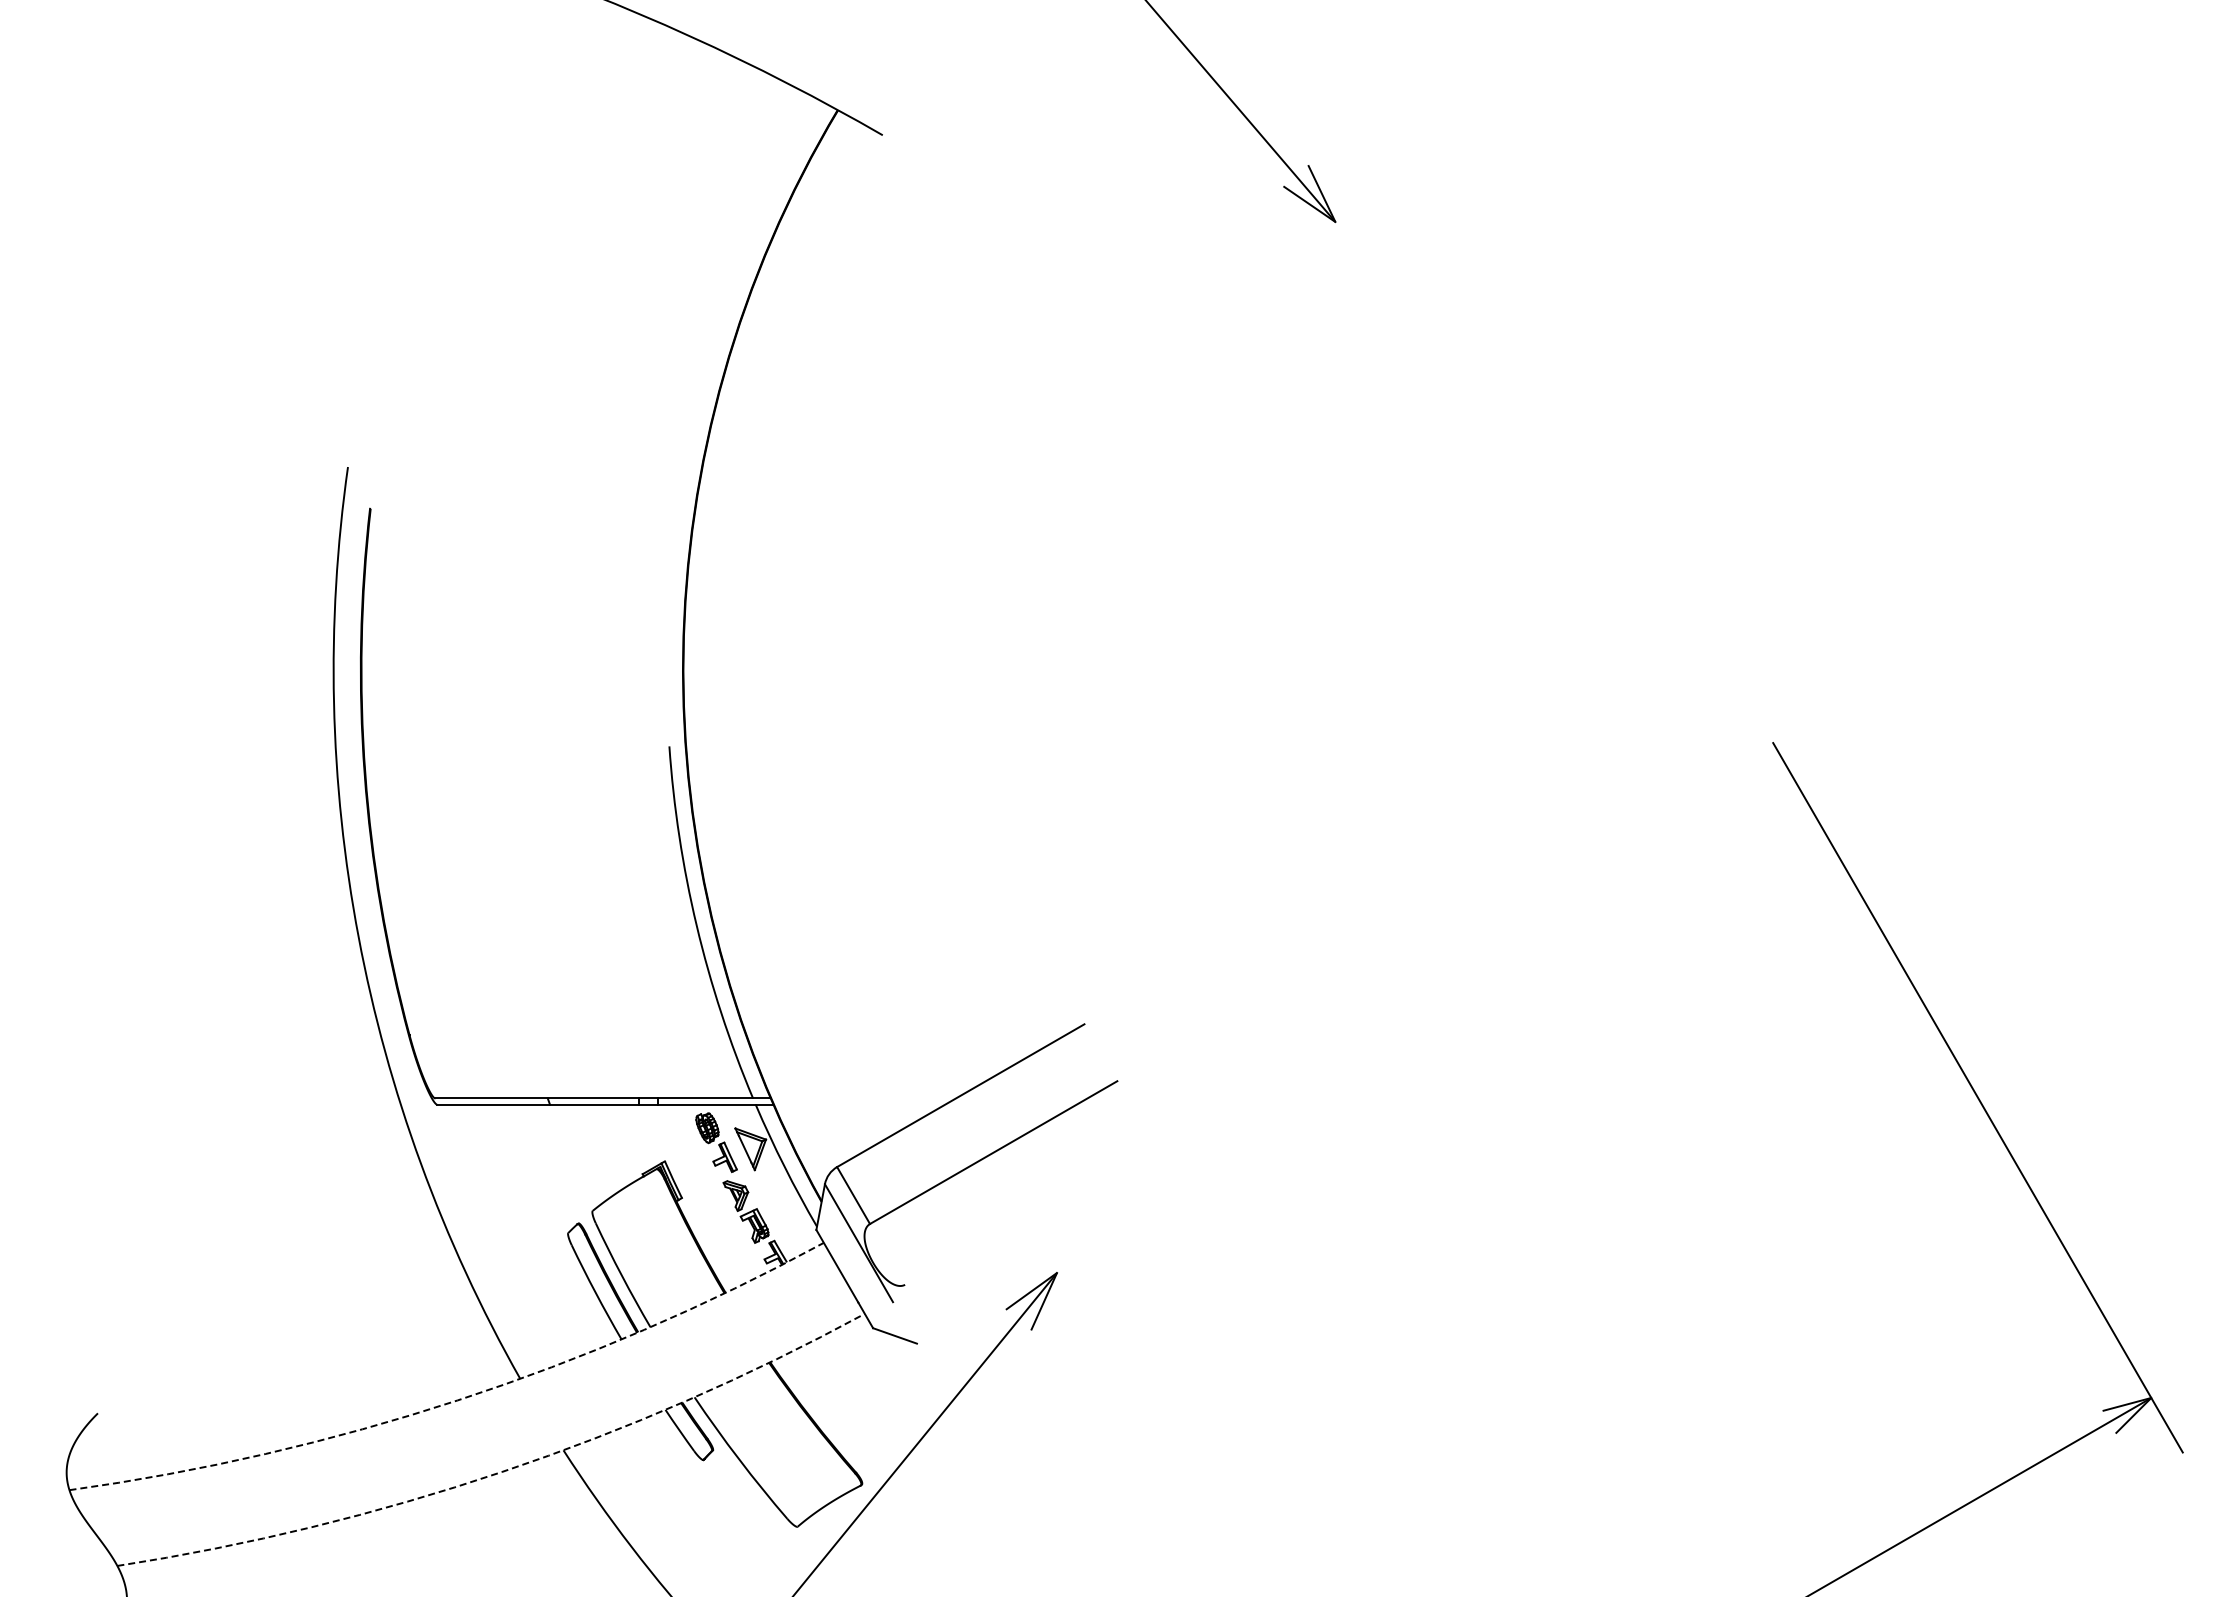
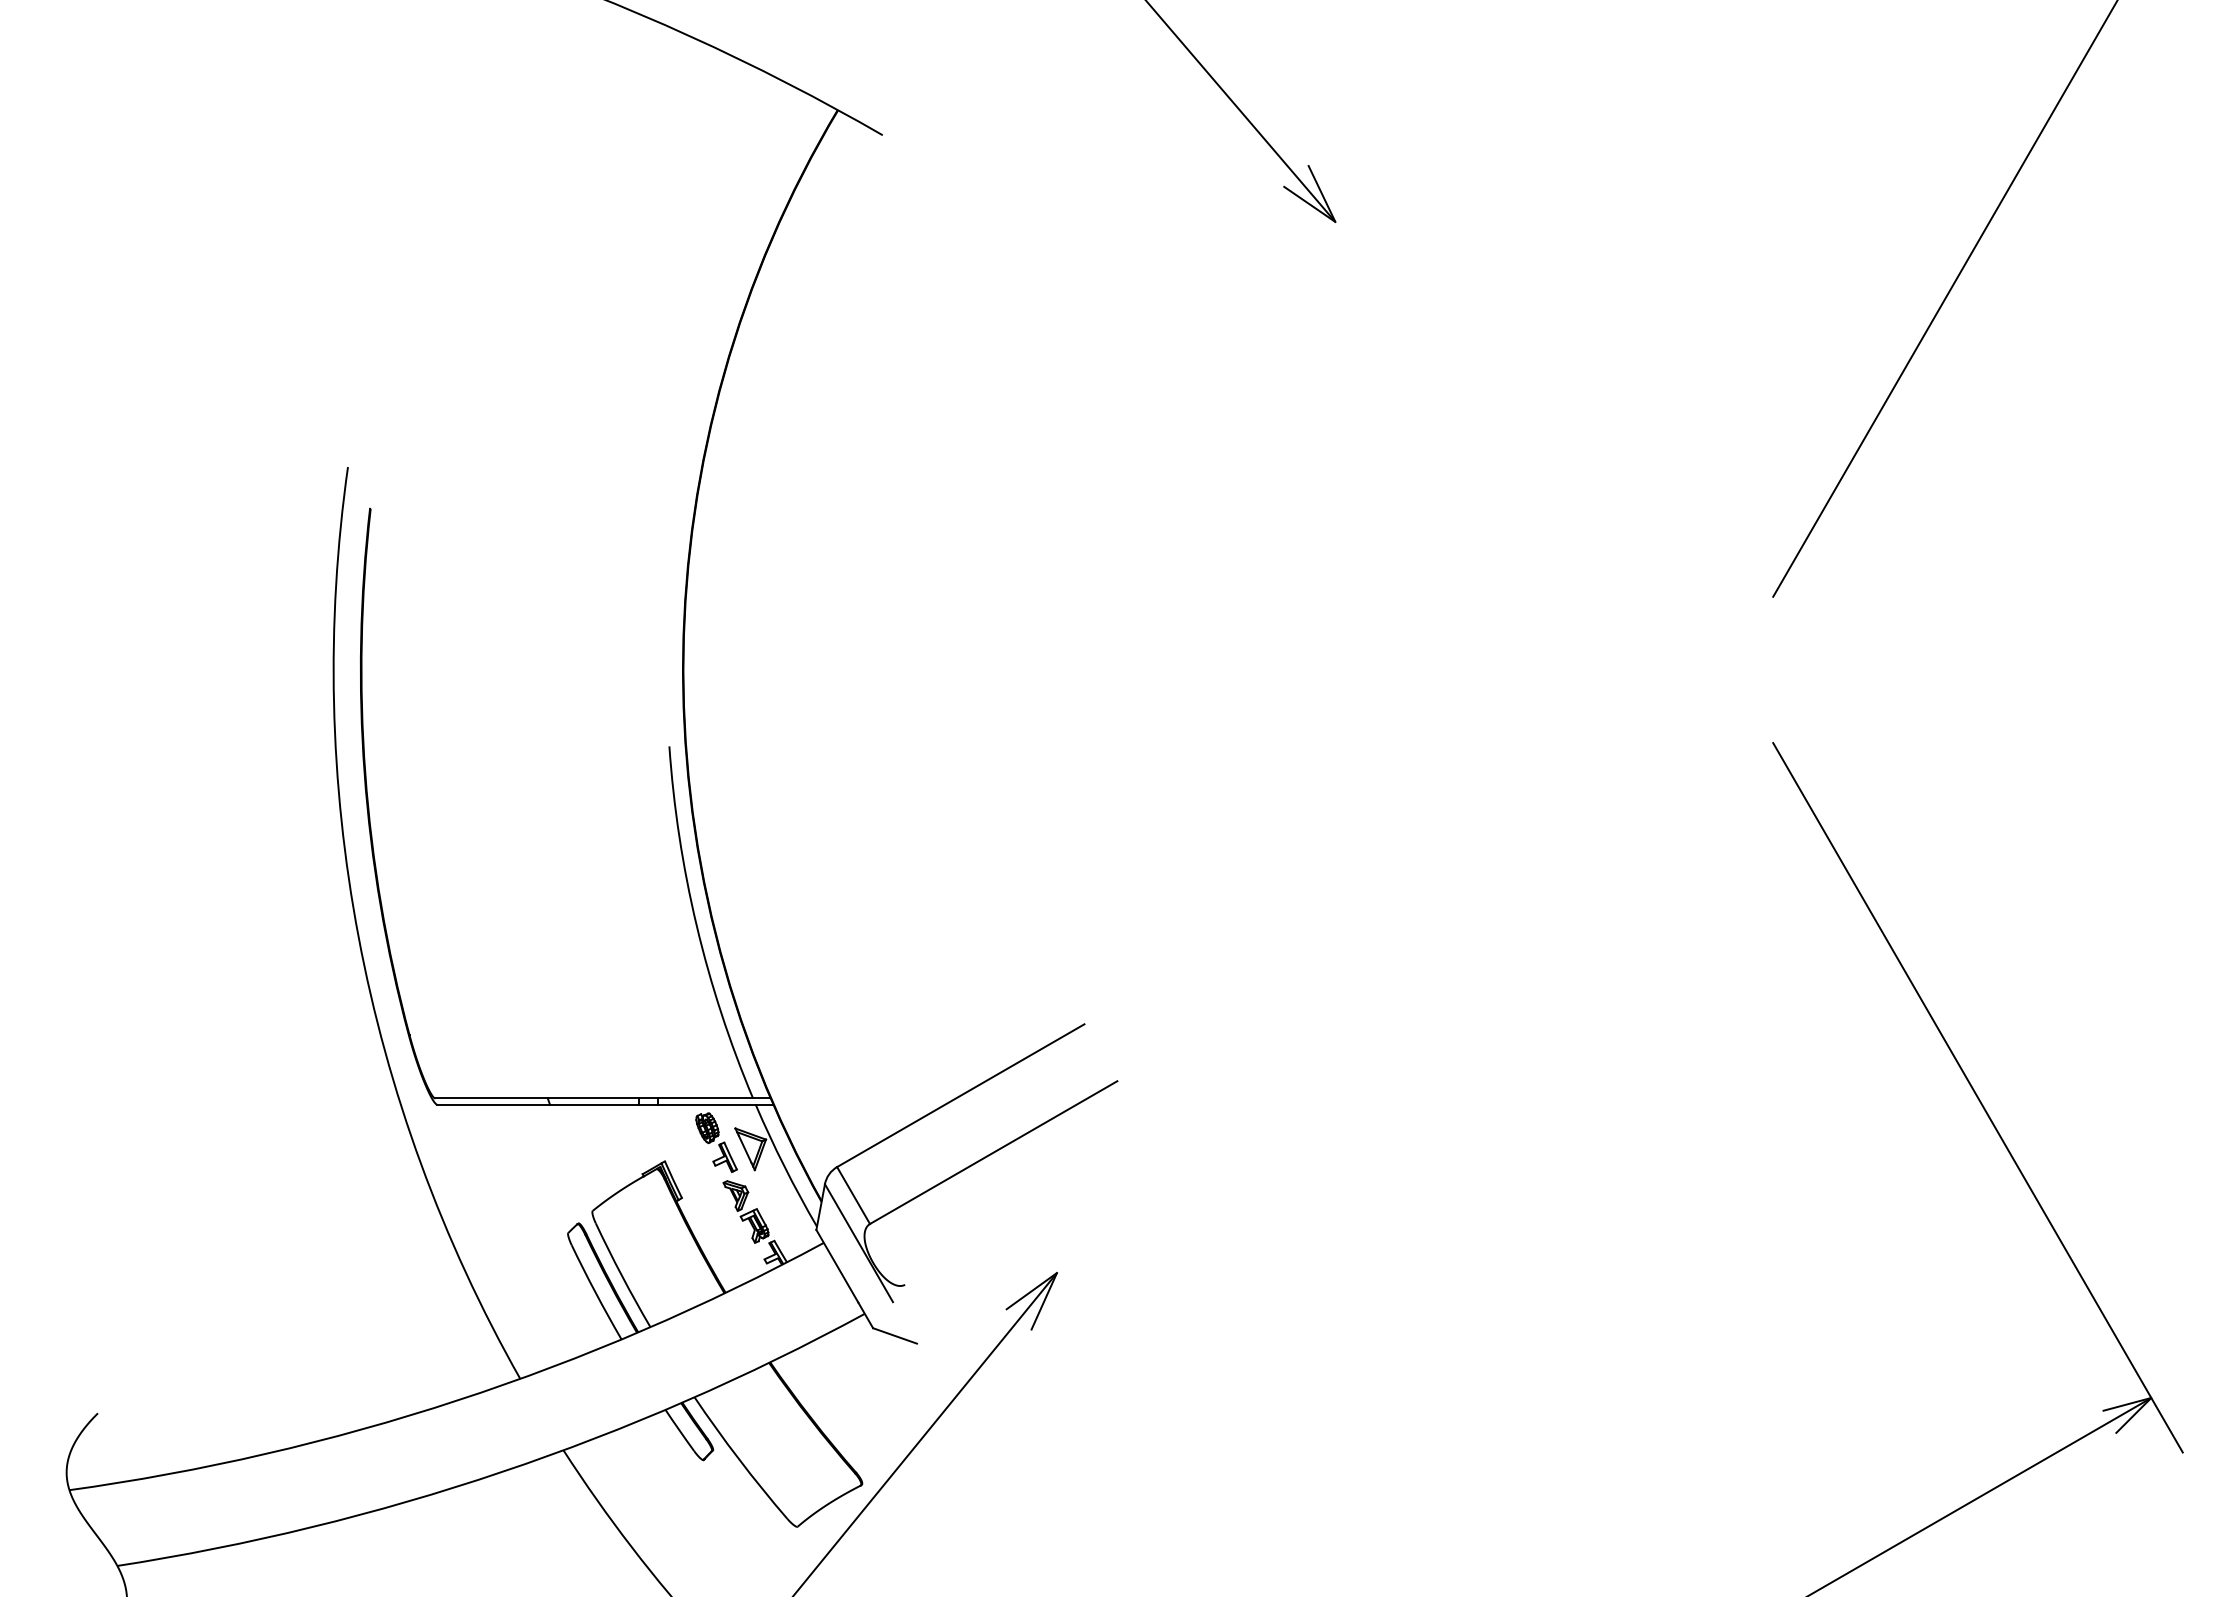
line at (1944, 299): none -> present
arc at (457, 1400): dashed -> solid
arc at (501, 1472): dashed -> solid
